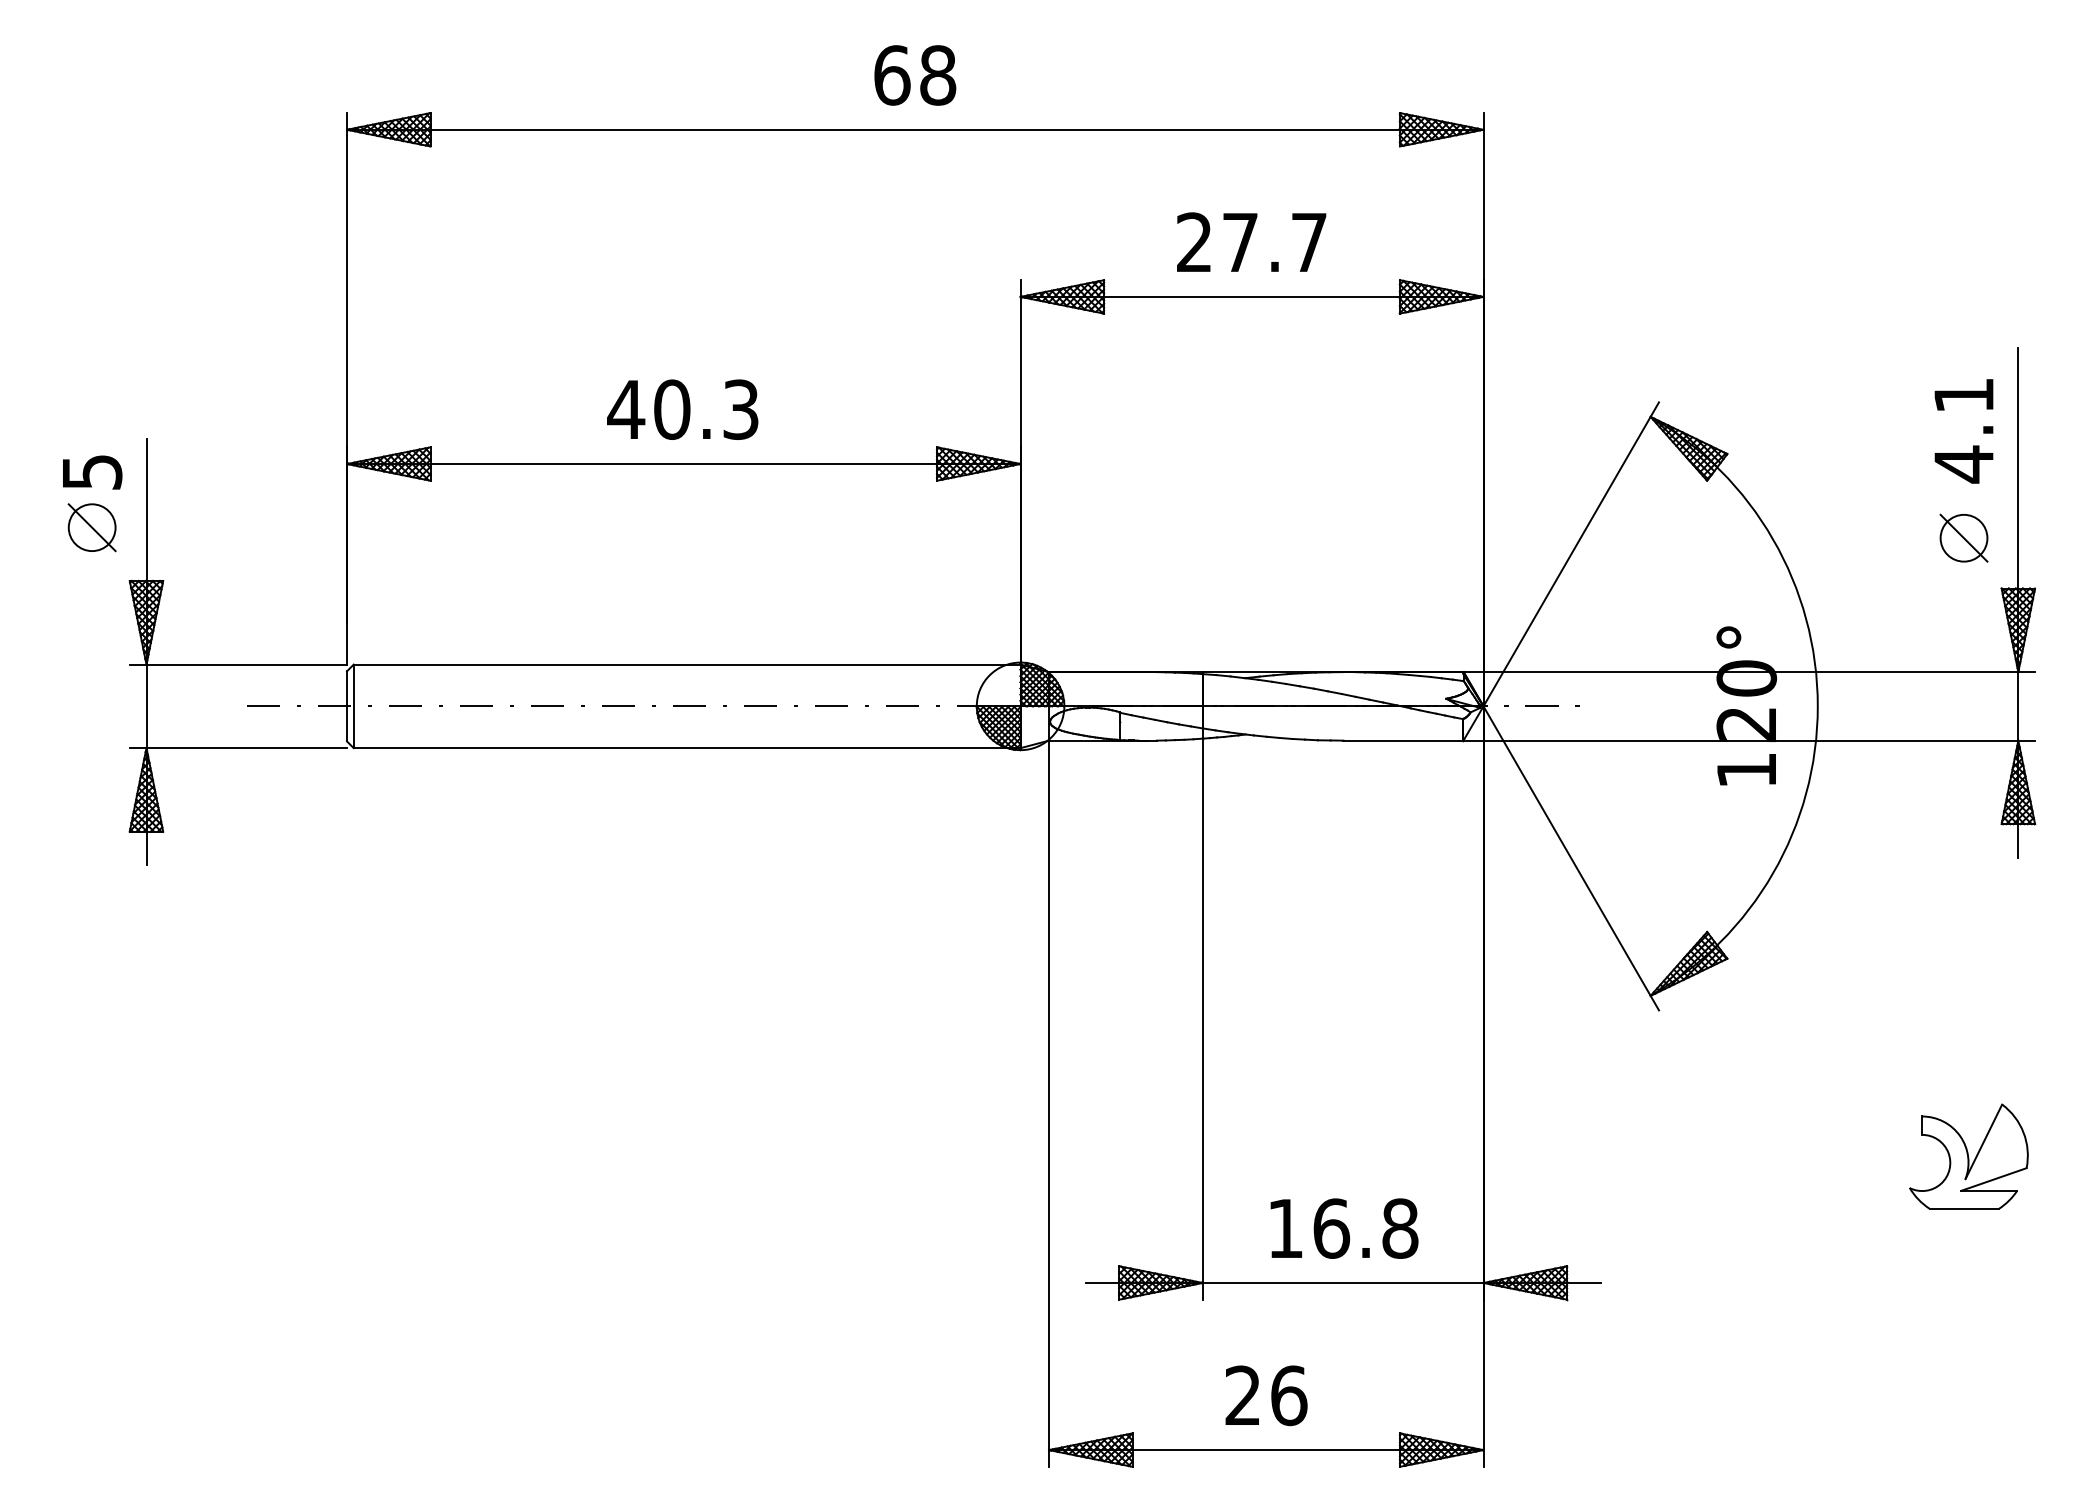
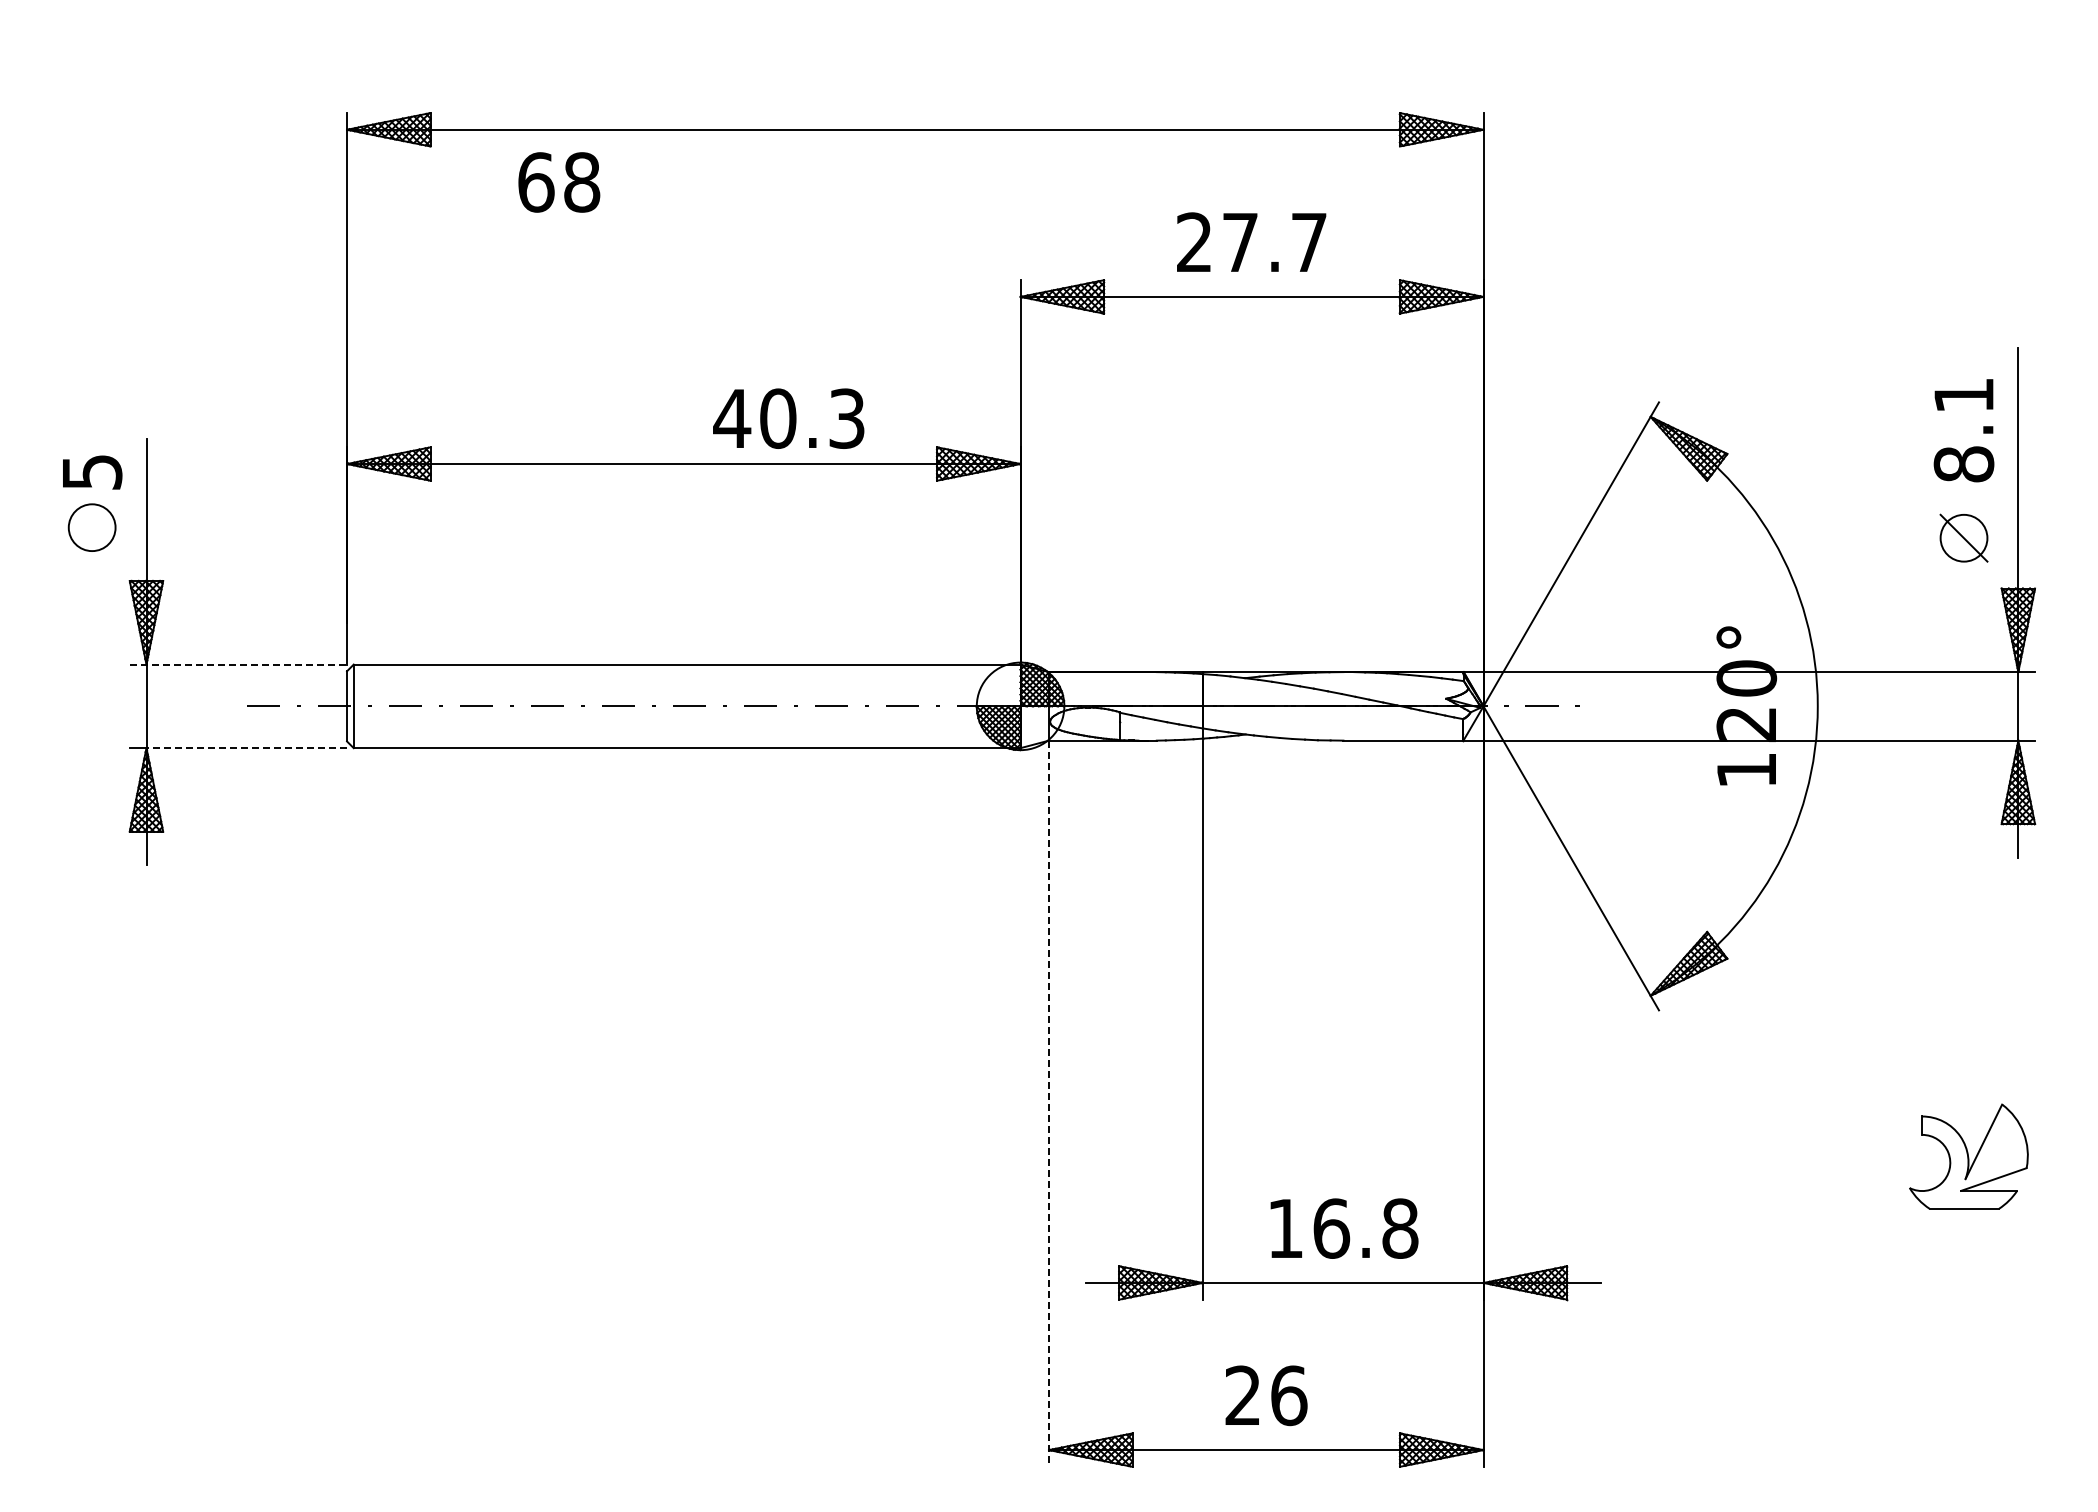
text at (915, 75) position: (915, 75) -> (559, 182)
text at (682, 409) position: (682, 409) -> (788, 418)
text at (1963, 464): 4.1 -> 8.1
line at (91, 527): present -> none
line at (238, 664): solid -> dashed
line at (246, 748): solid -> dashed
line at (1049, 1104): solid -> dashed
